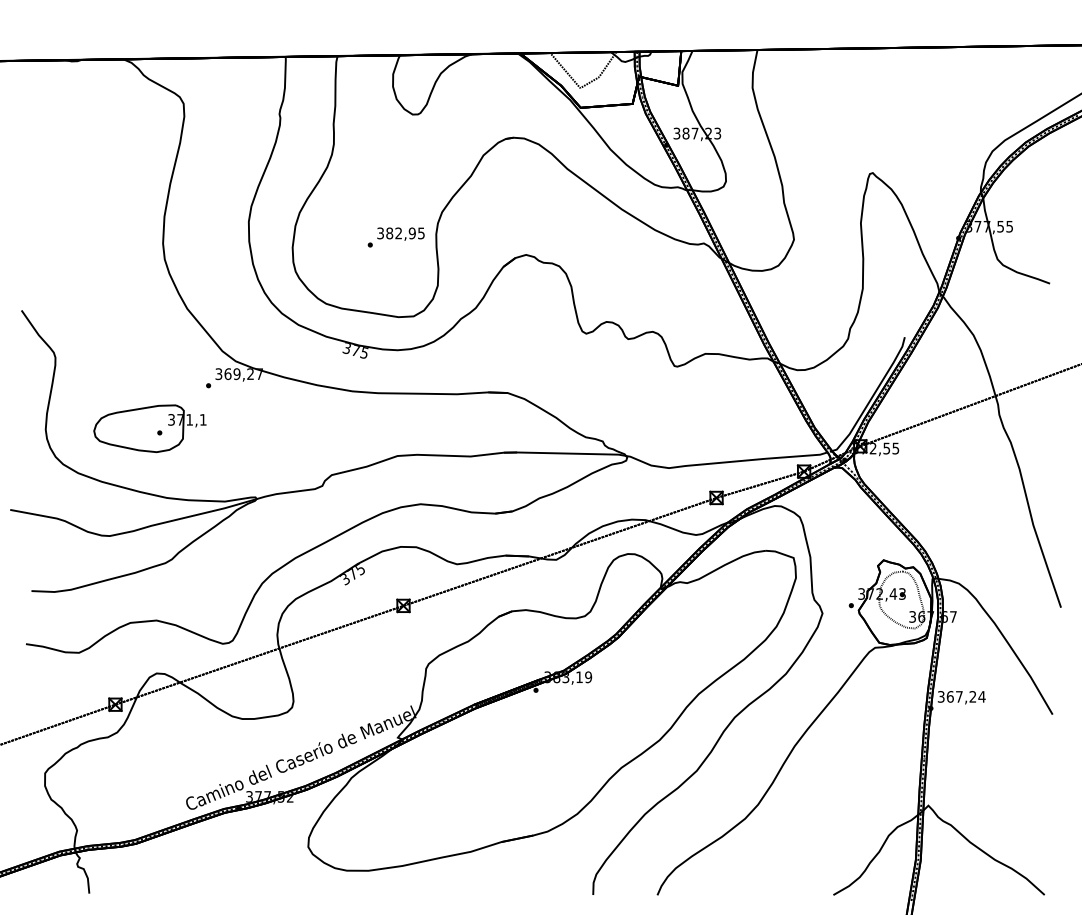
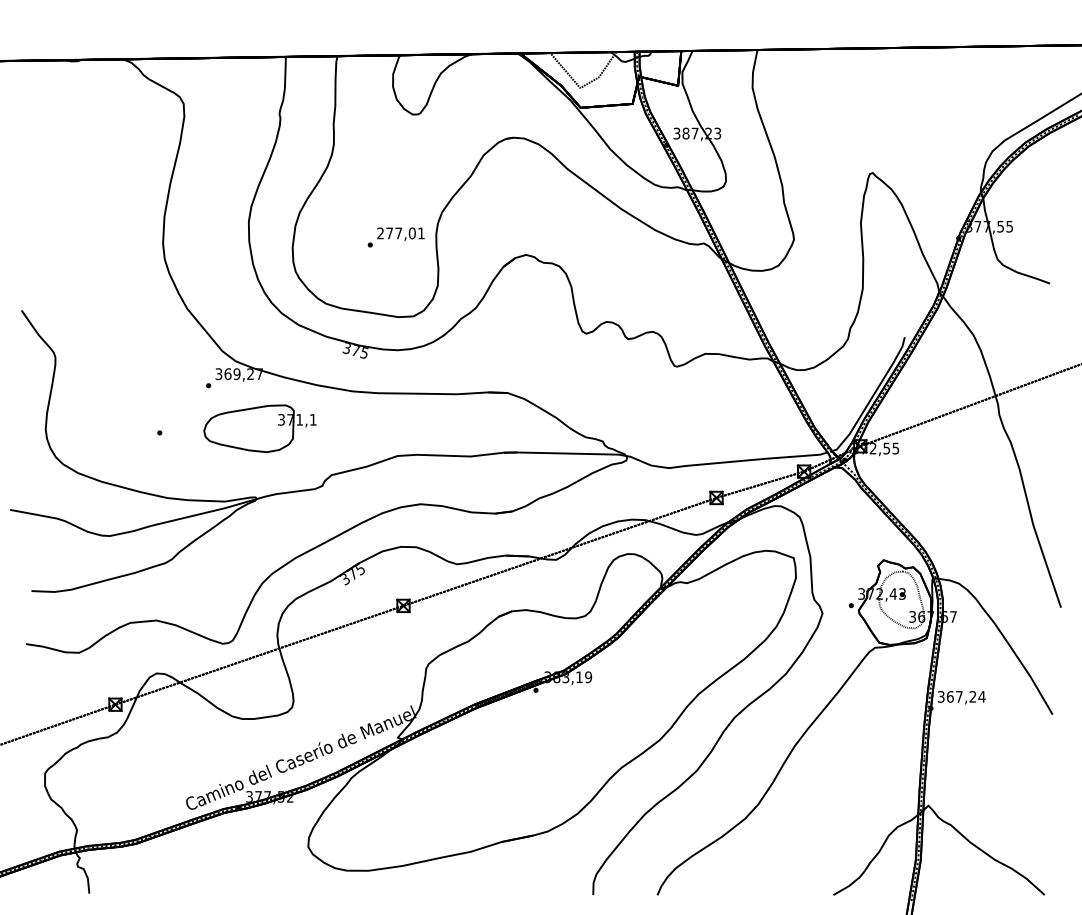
text at (400, 233): 382,95 -> 277,01
part at (149, 428) position: (149, 428) -> (259, 428)
